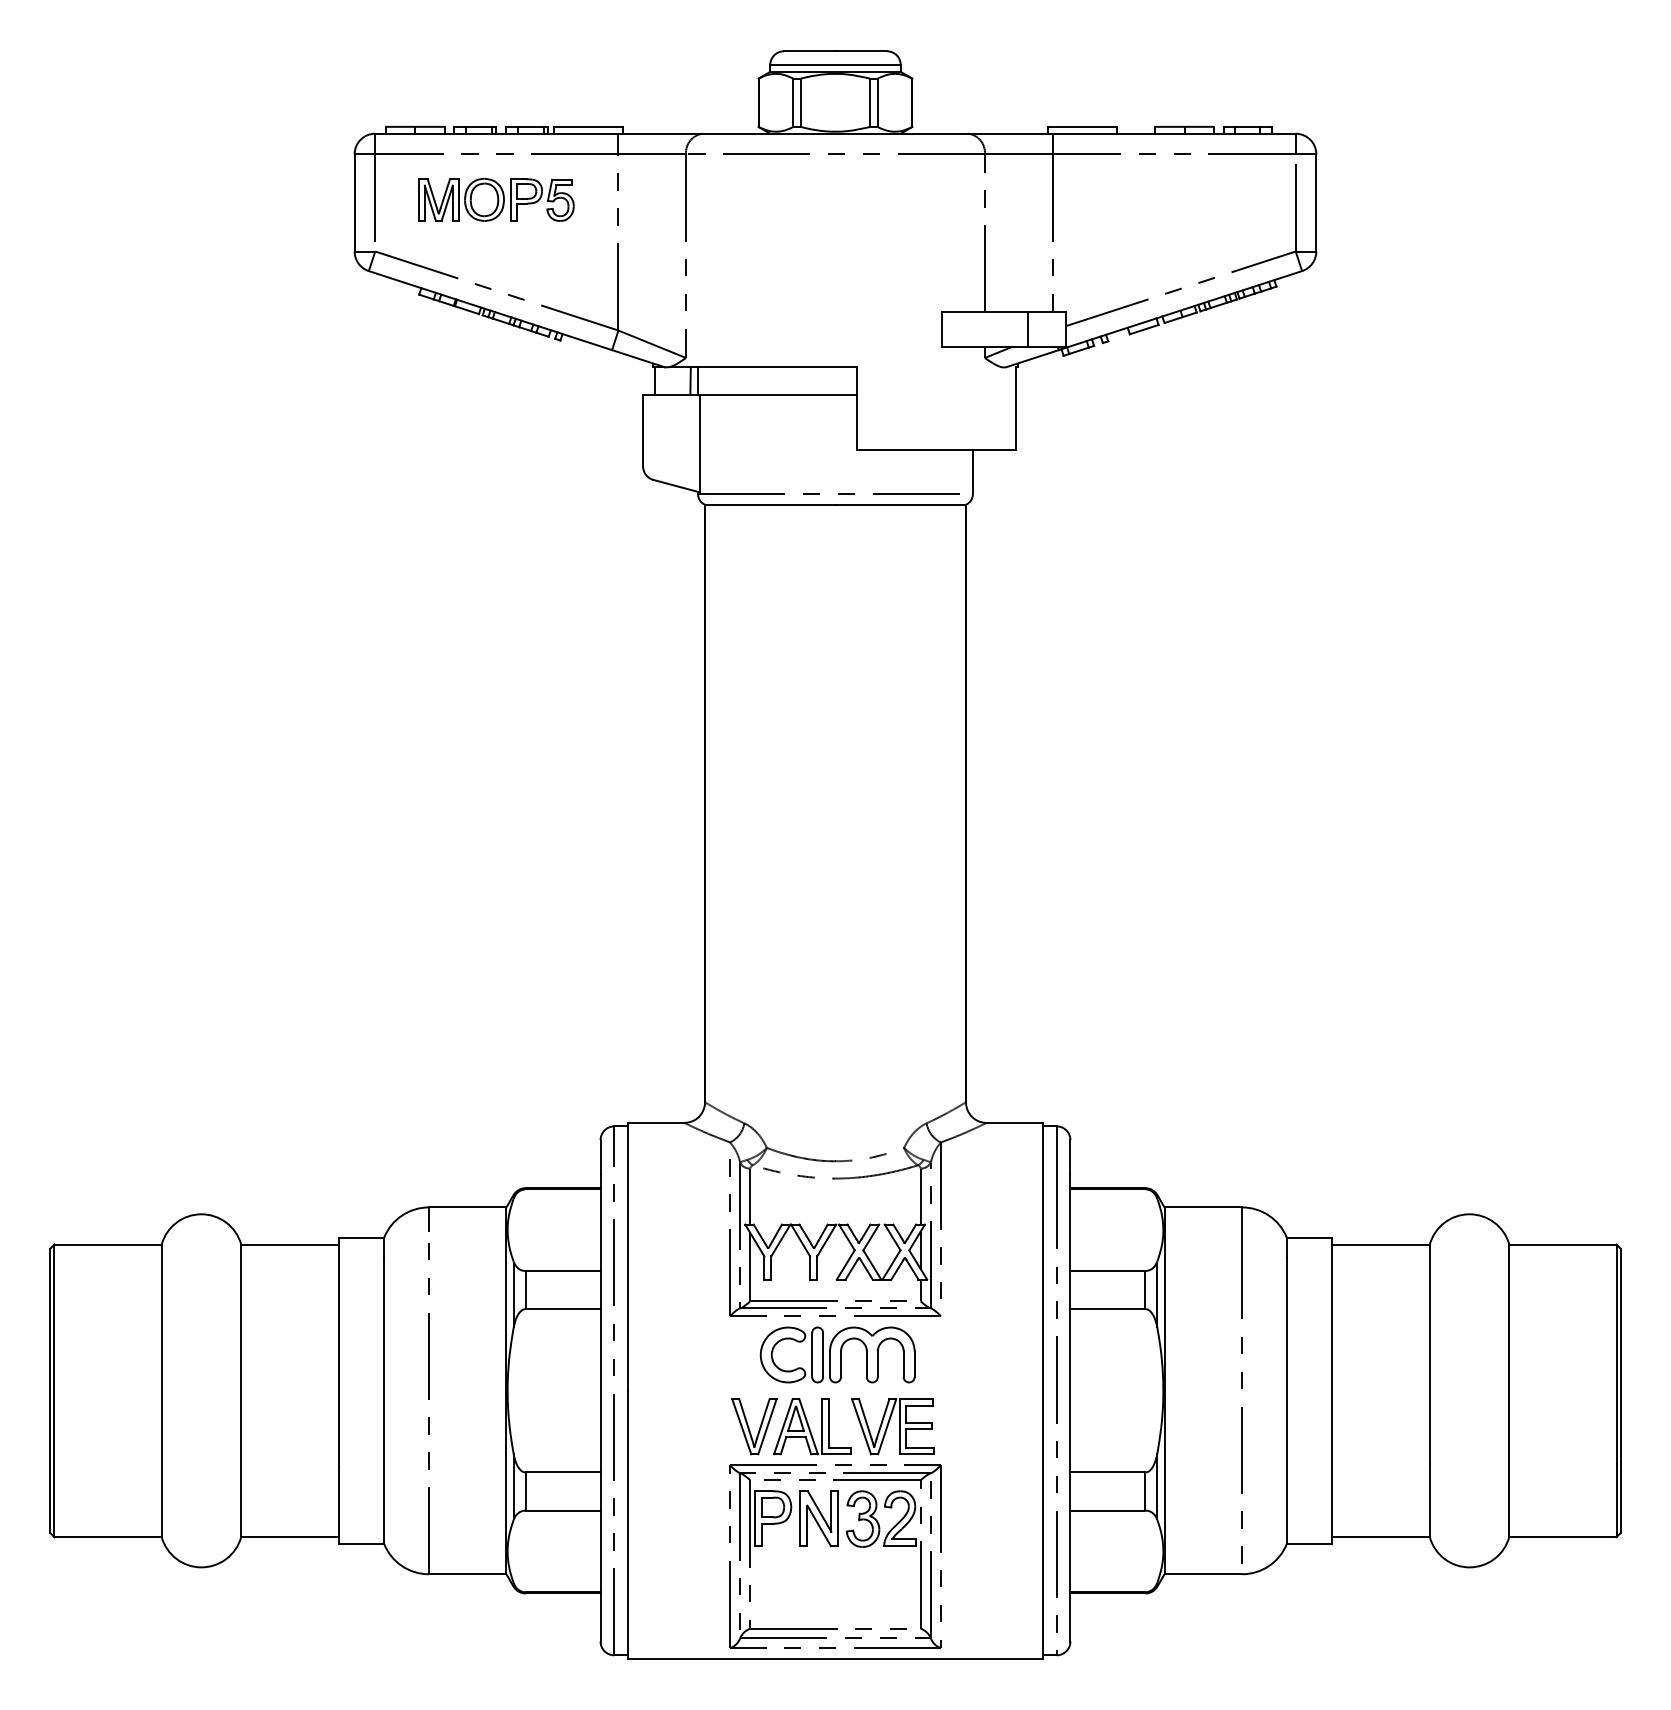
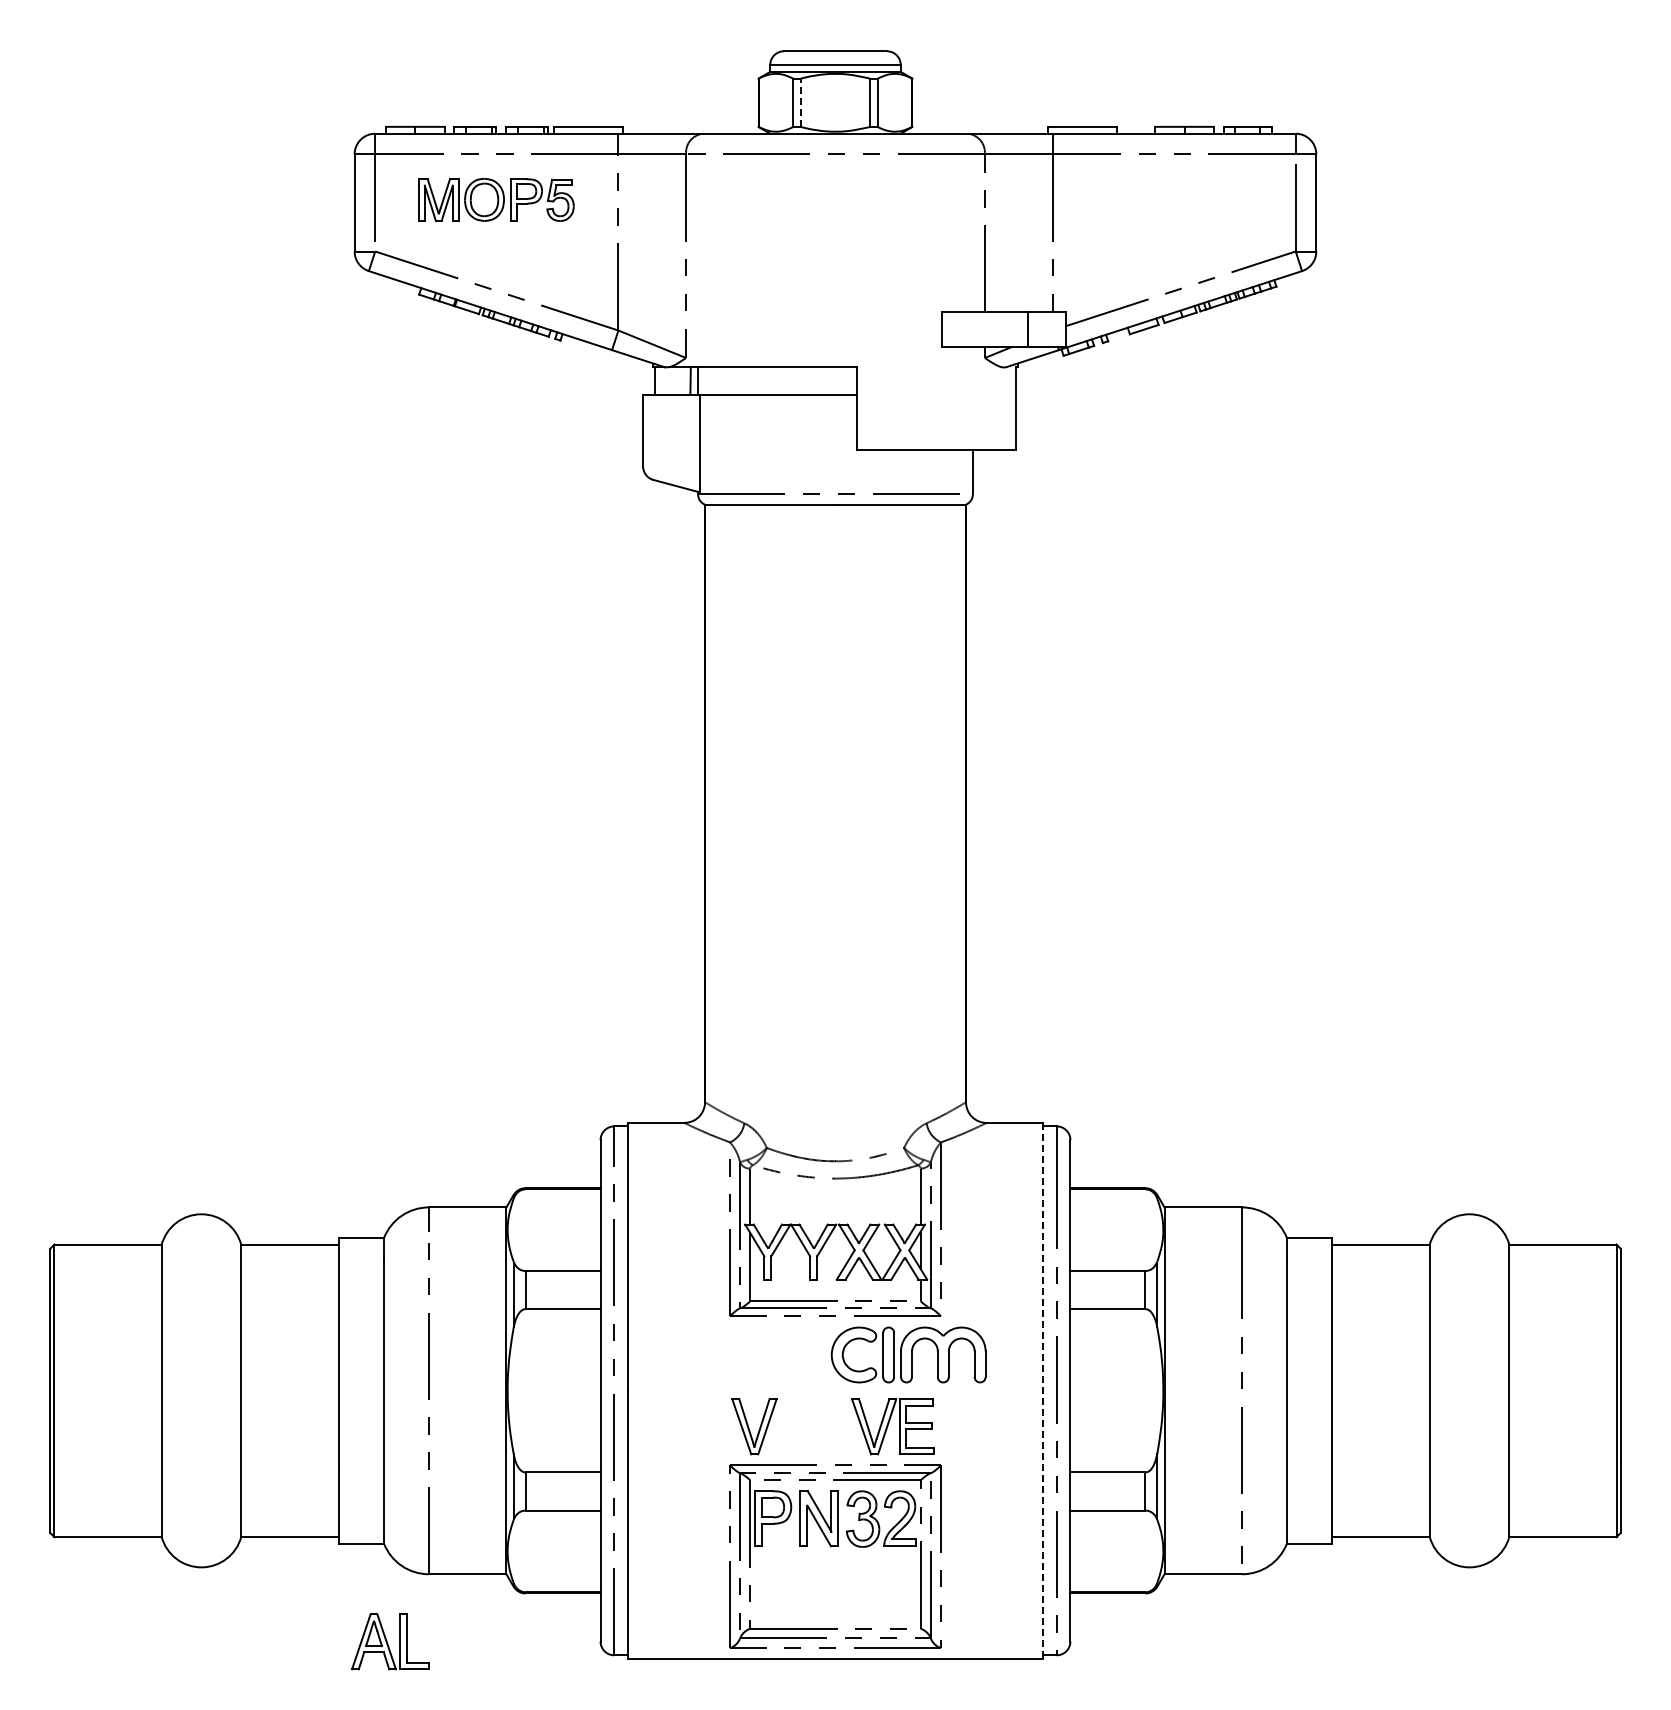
line at (800, 102): solid -> dashed
part at (837, 1354) position: (837, 1354) -> (908, 1354)
line at (1042, 1390): solid -> dashed
part at (812, 1426) position: (812, 1426) -> (390, 1641)
